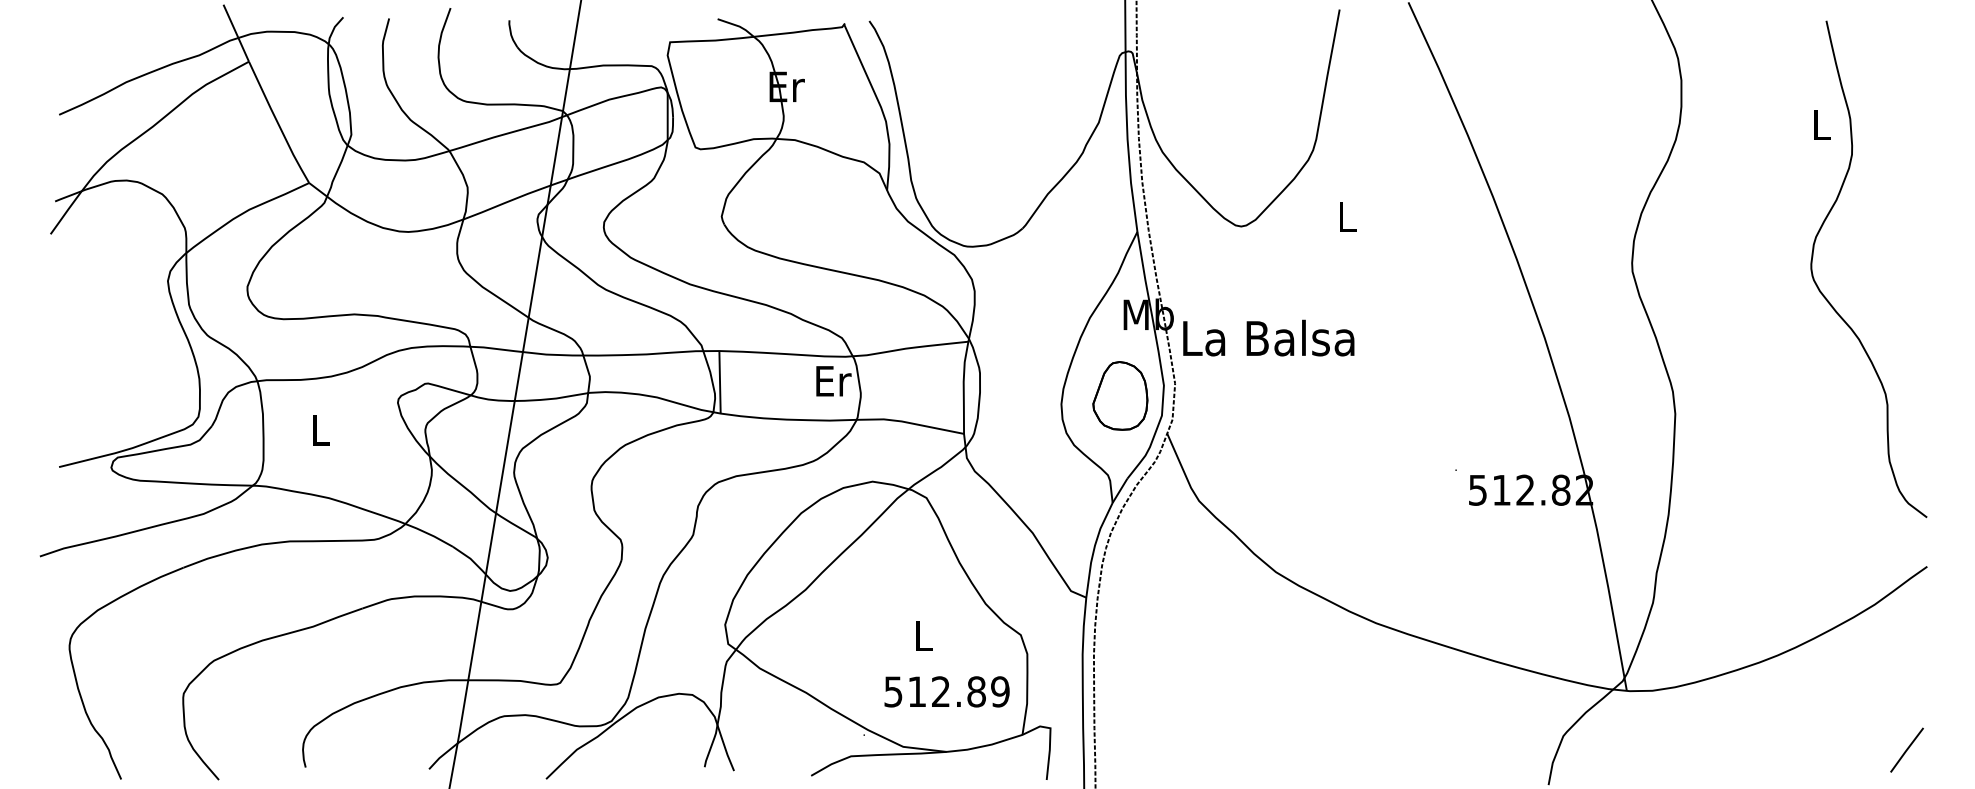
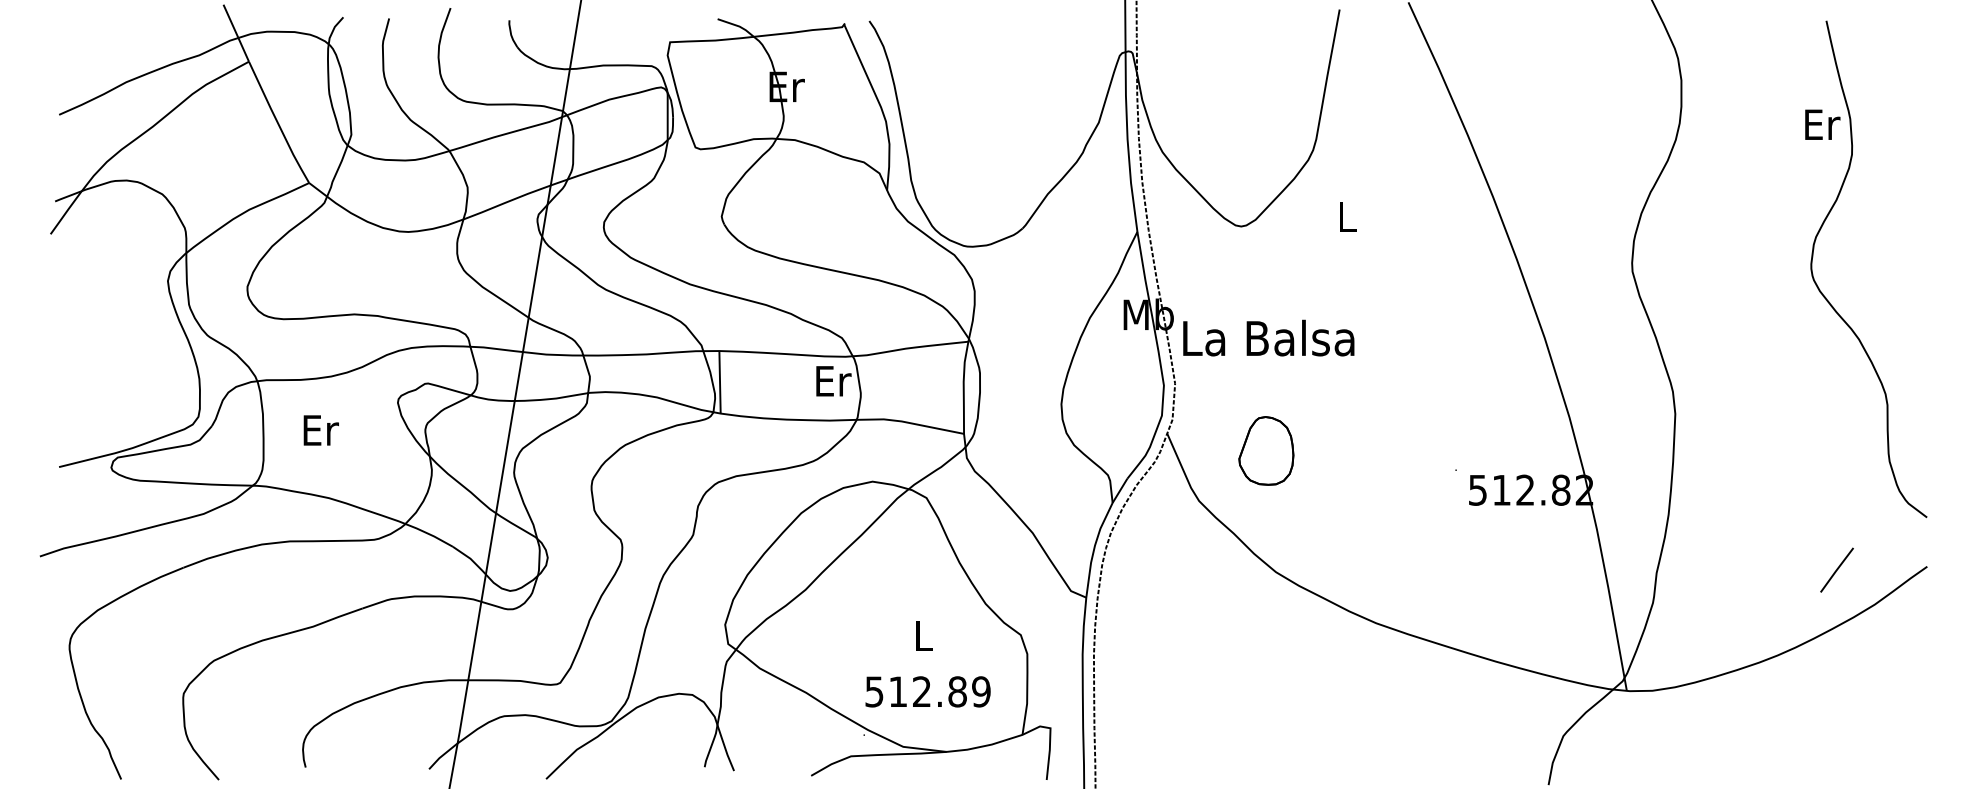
text at (1822, 124): L -> Er
part at (1120, 395) position: (1120, 395) -> (1266, 450)
text at (320, 430): L -> Er
text at (946, 691) position: (946, 691) -> (927, 691)
line at (1906, 749) position: (1906, 749) -> (1836, 569)
